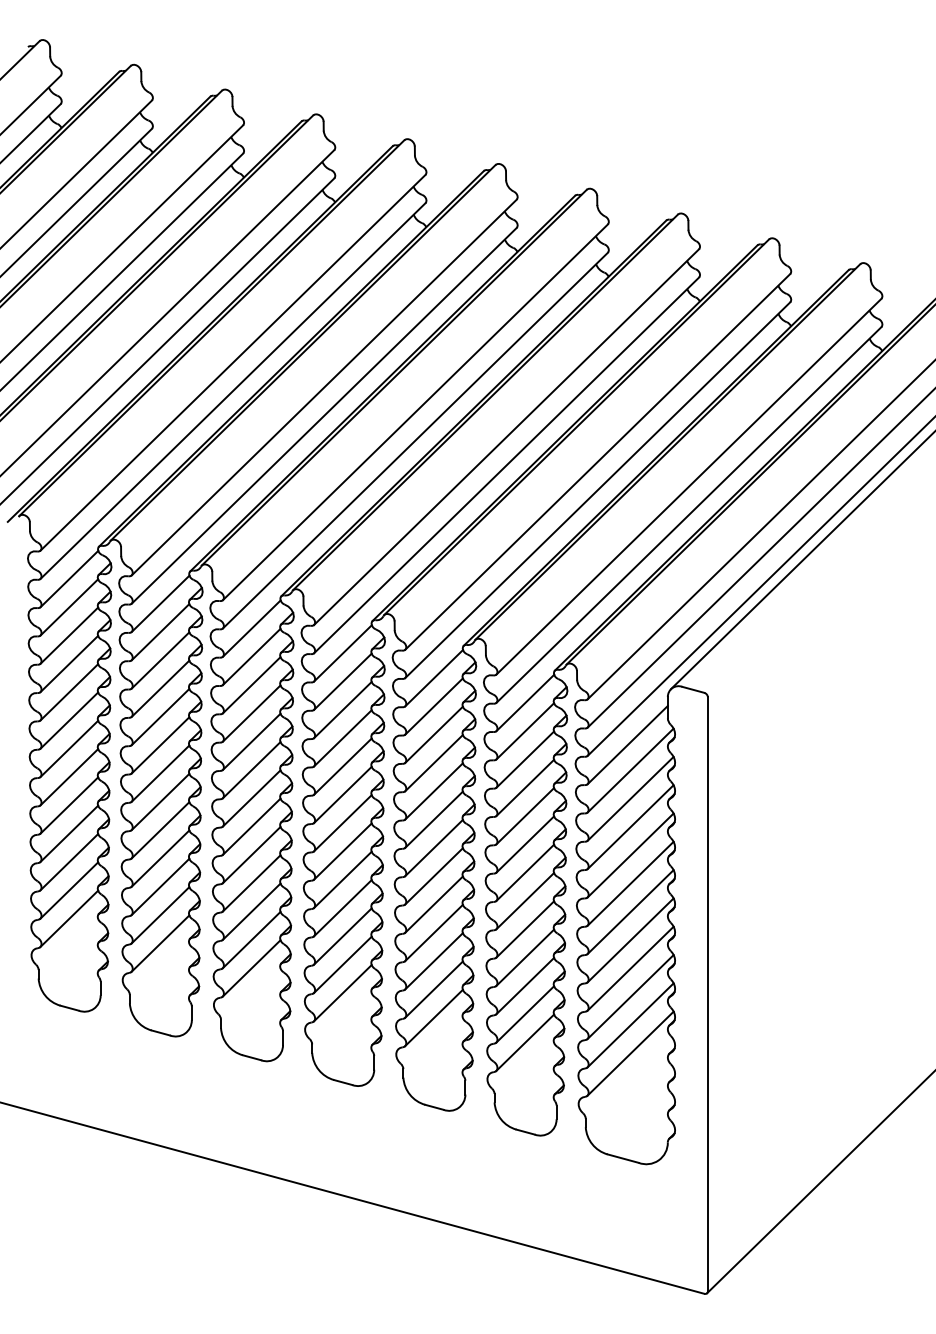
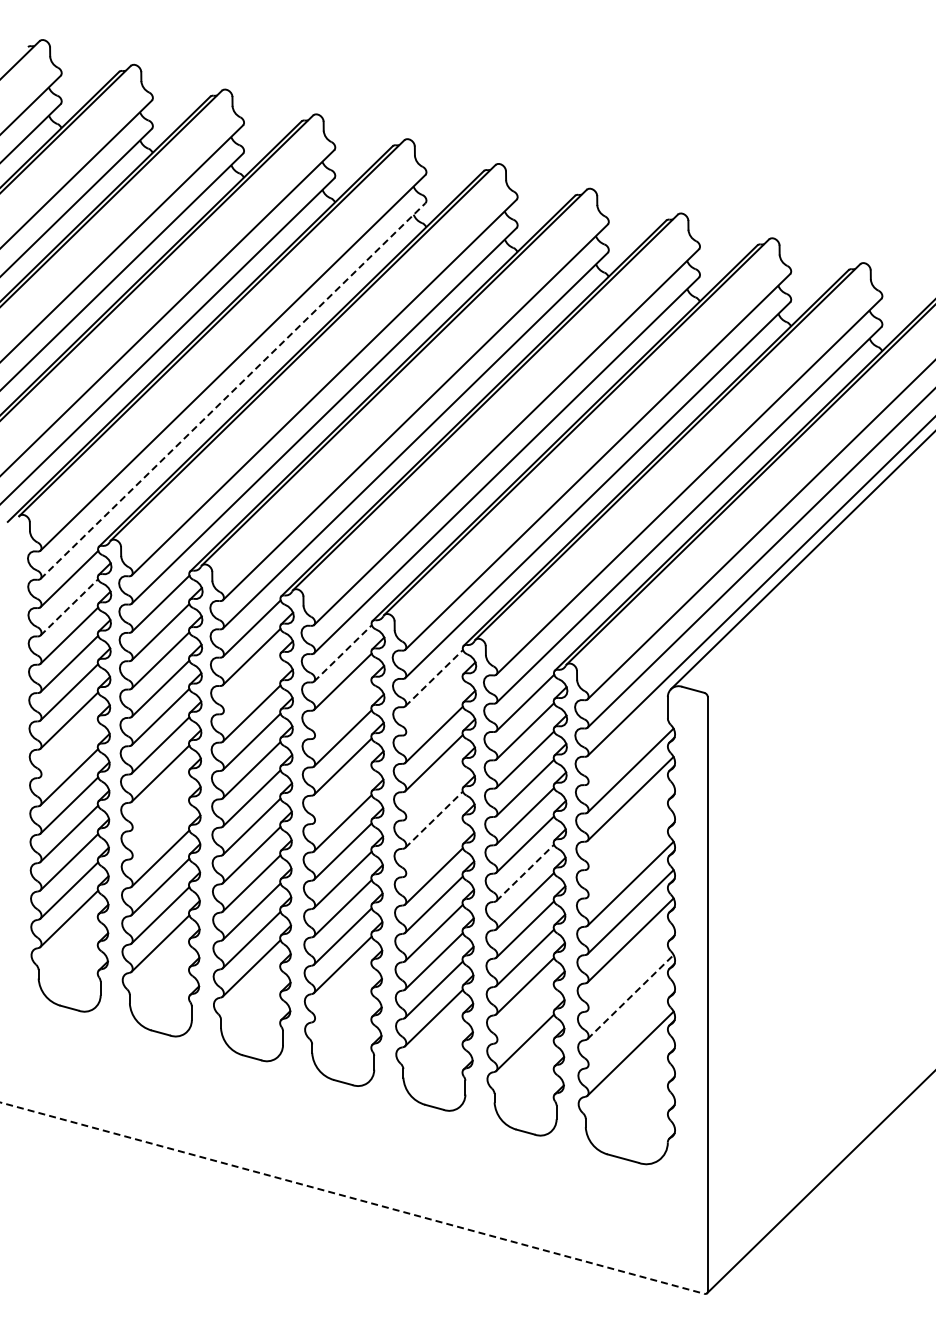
line at (233, 391): solid -> dashed
line at (69, 607): solid -> dashed
line at (343, 653): solid -> dashed
line at (434, 677): solid -> dashed
line at (251, 685): present -> none
line at (433, 706): present -> none
line at (342, 710): present -> none
line at (627, 744): present -> none
line at (69, 748): present -> none
line at (433, 791): present -> none
line at (342, 794): present -> none
line at (160, 801): present -> none
line at (434, 819): solid -> dashed
line at (630, 827): present -> none
line at (160, 830): present -> none
line at (433, 847): present -> none
line at (630, 855): present -> none
line at (525, 872): solid -> dashed
line at (630, 968): present -> none
line at (342, 993): present -> none
line at (630, 996): solid -> dashed
line at (525, 1014): present -> none
line at (630, 1025): present -> none
line at (352, 1198): solid -> dashed
